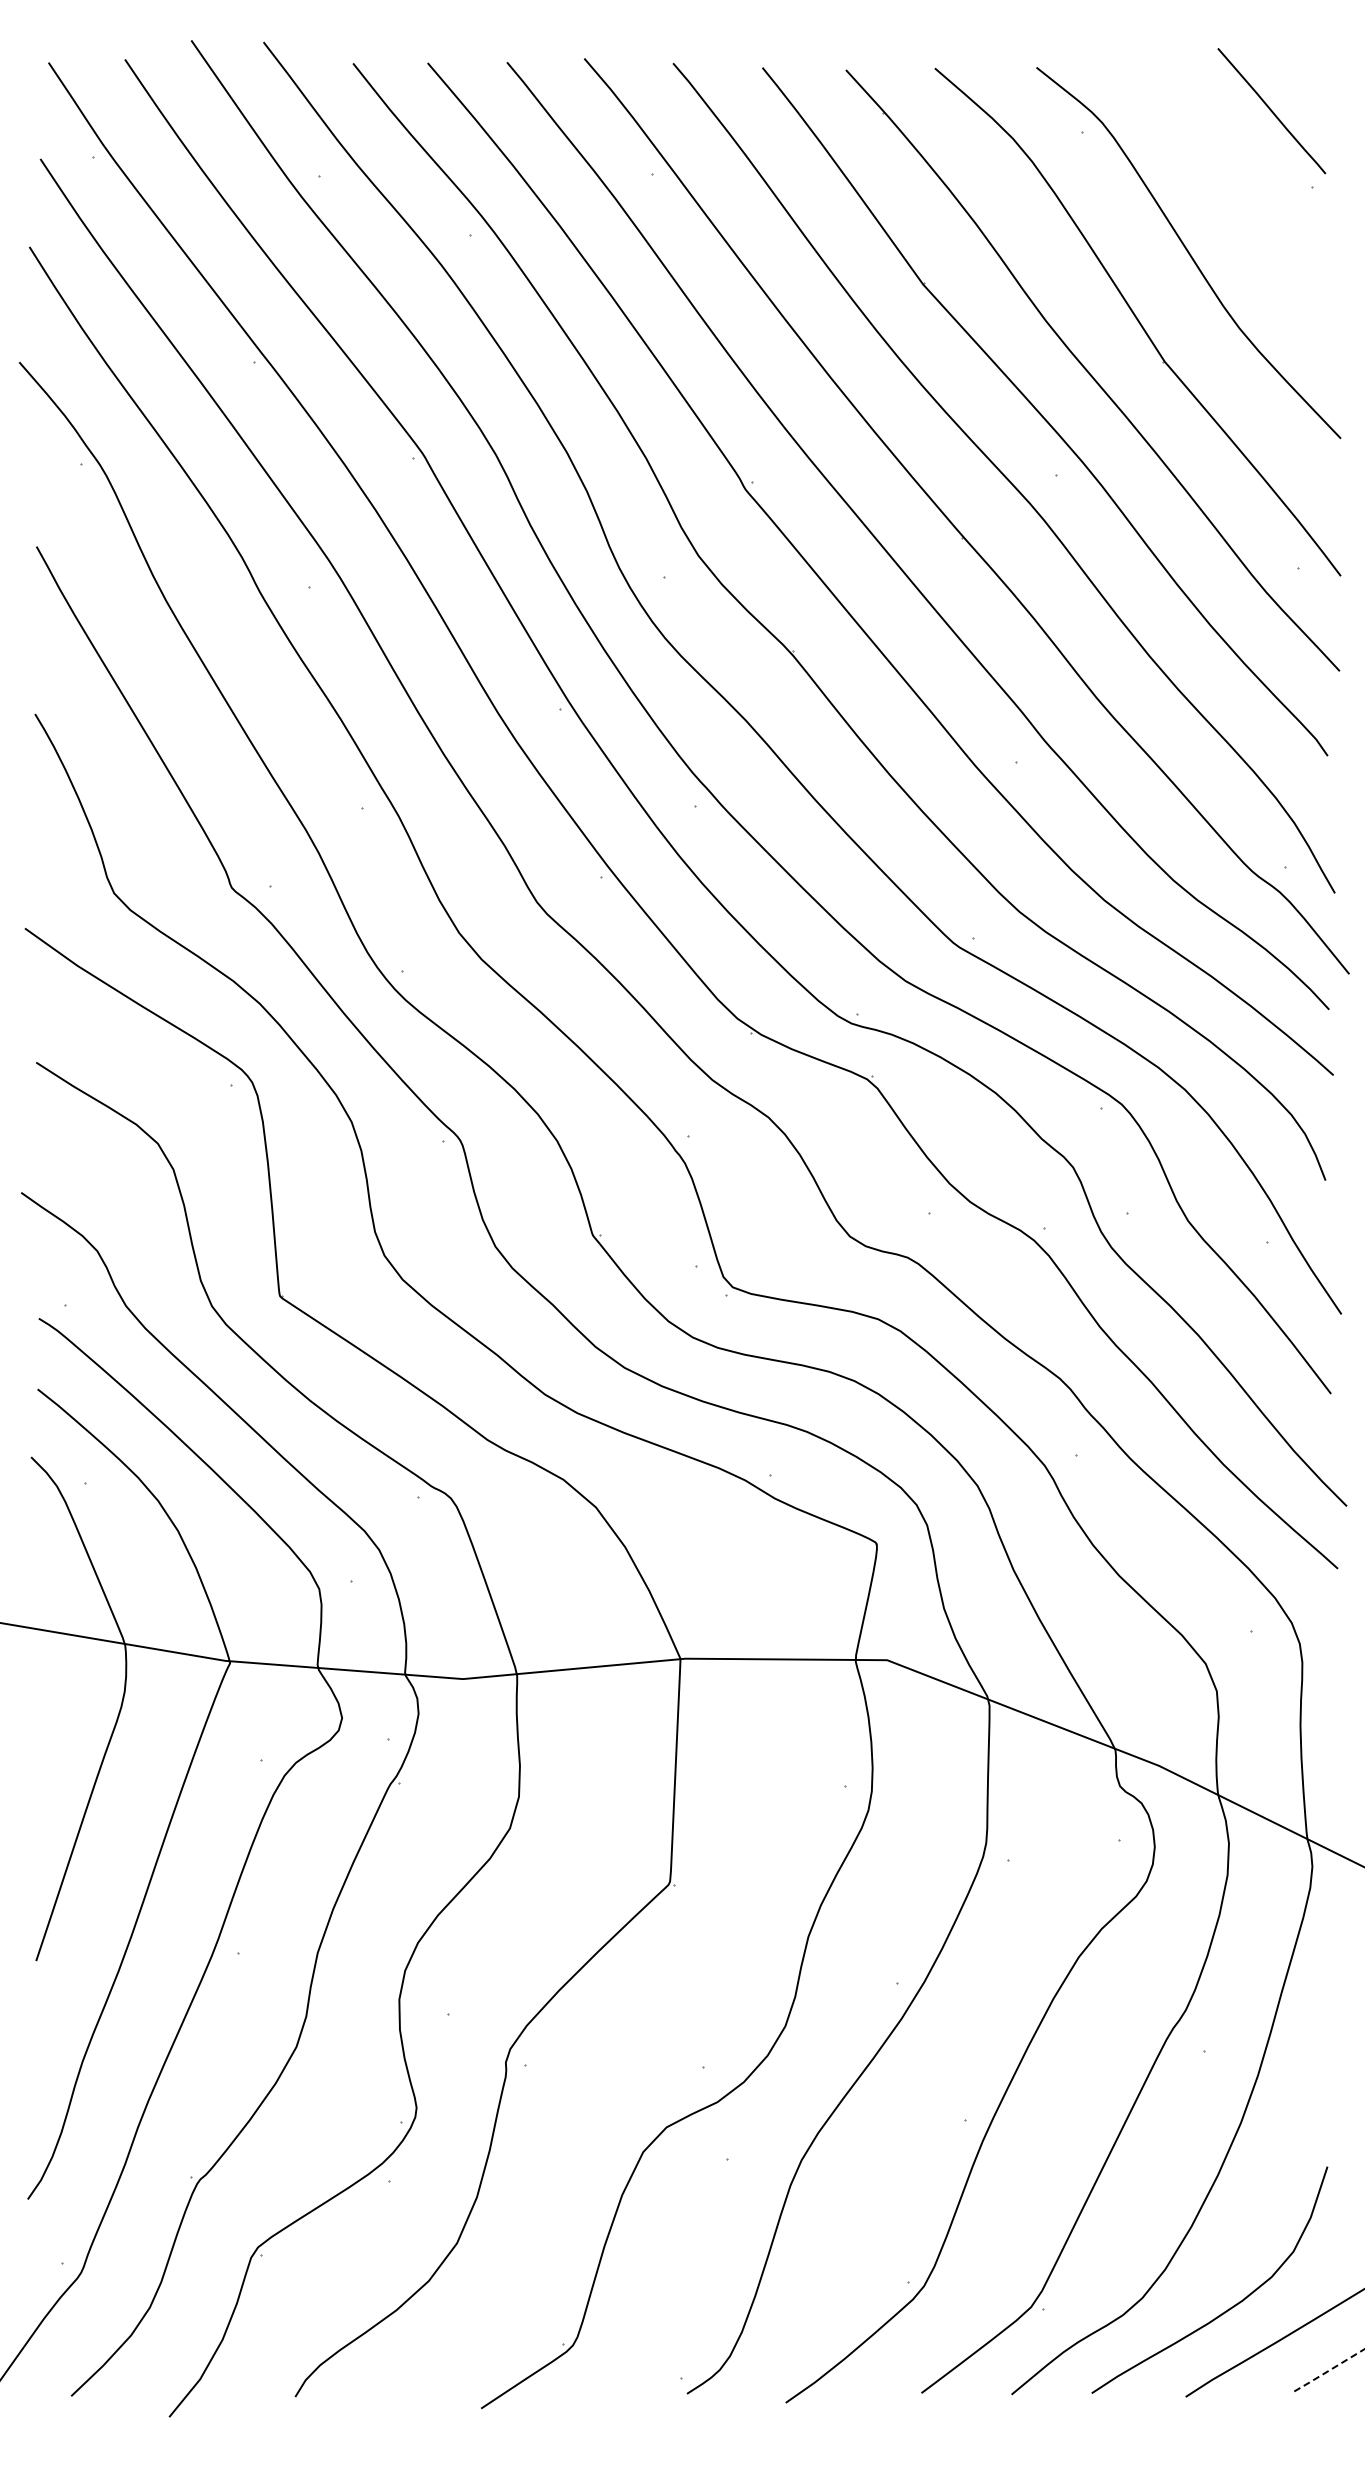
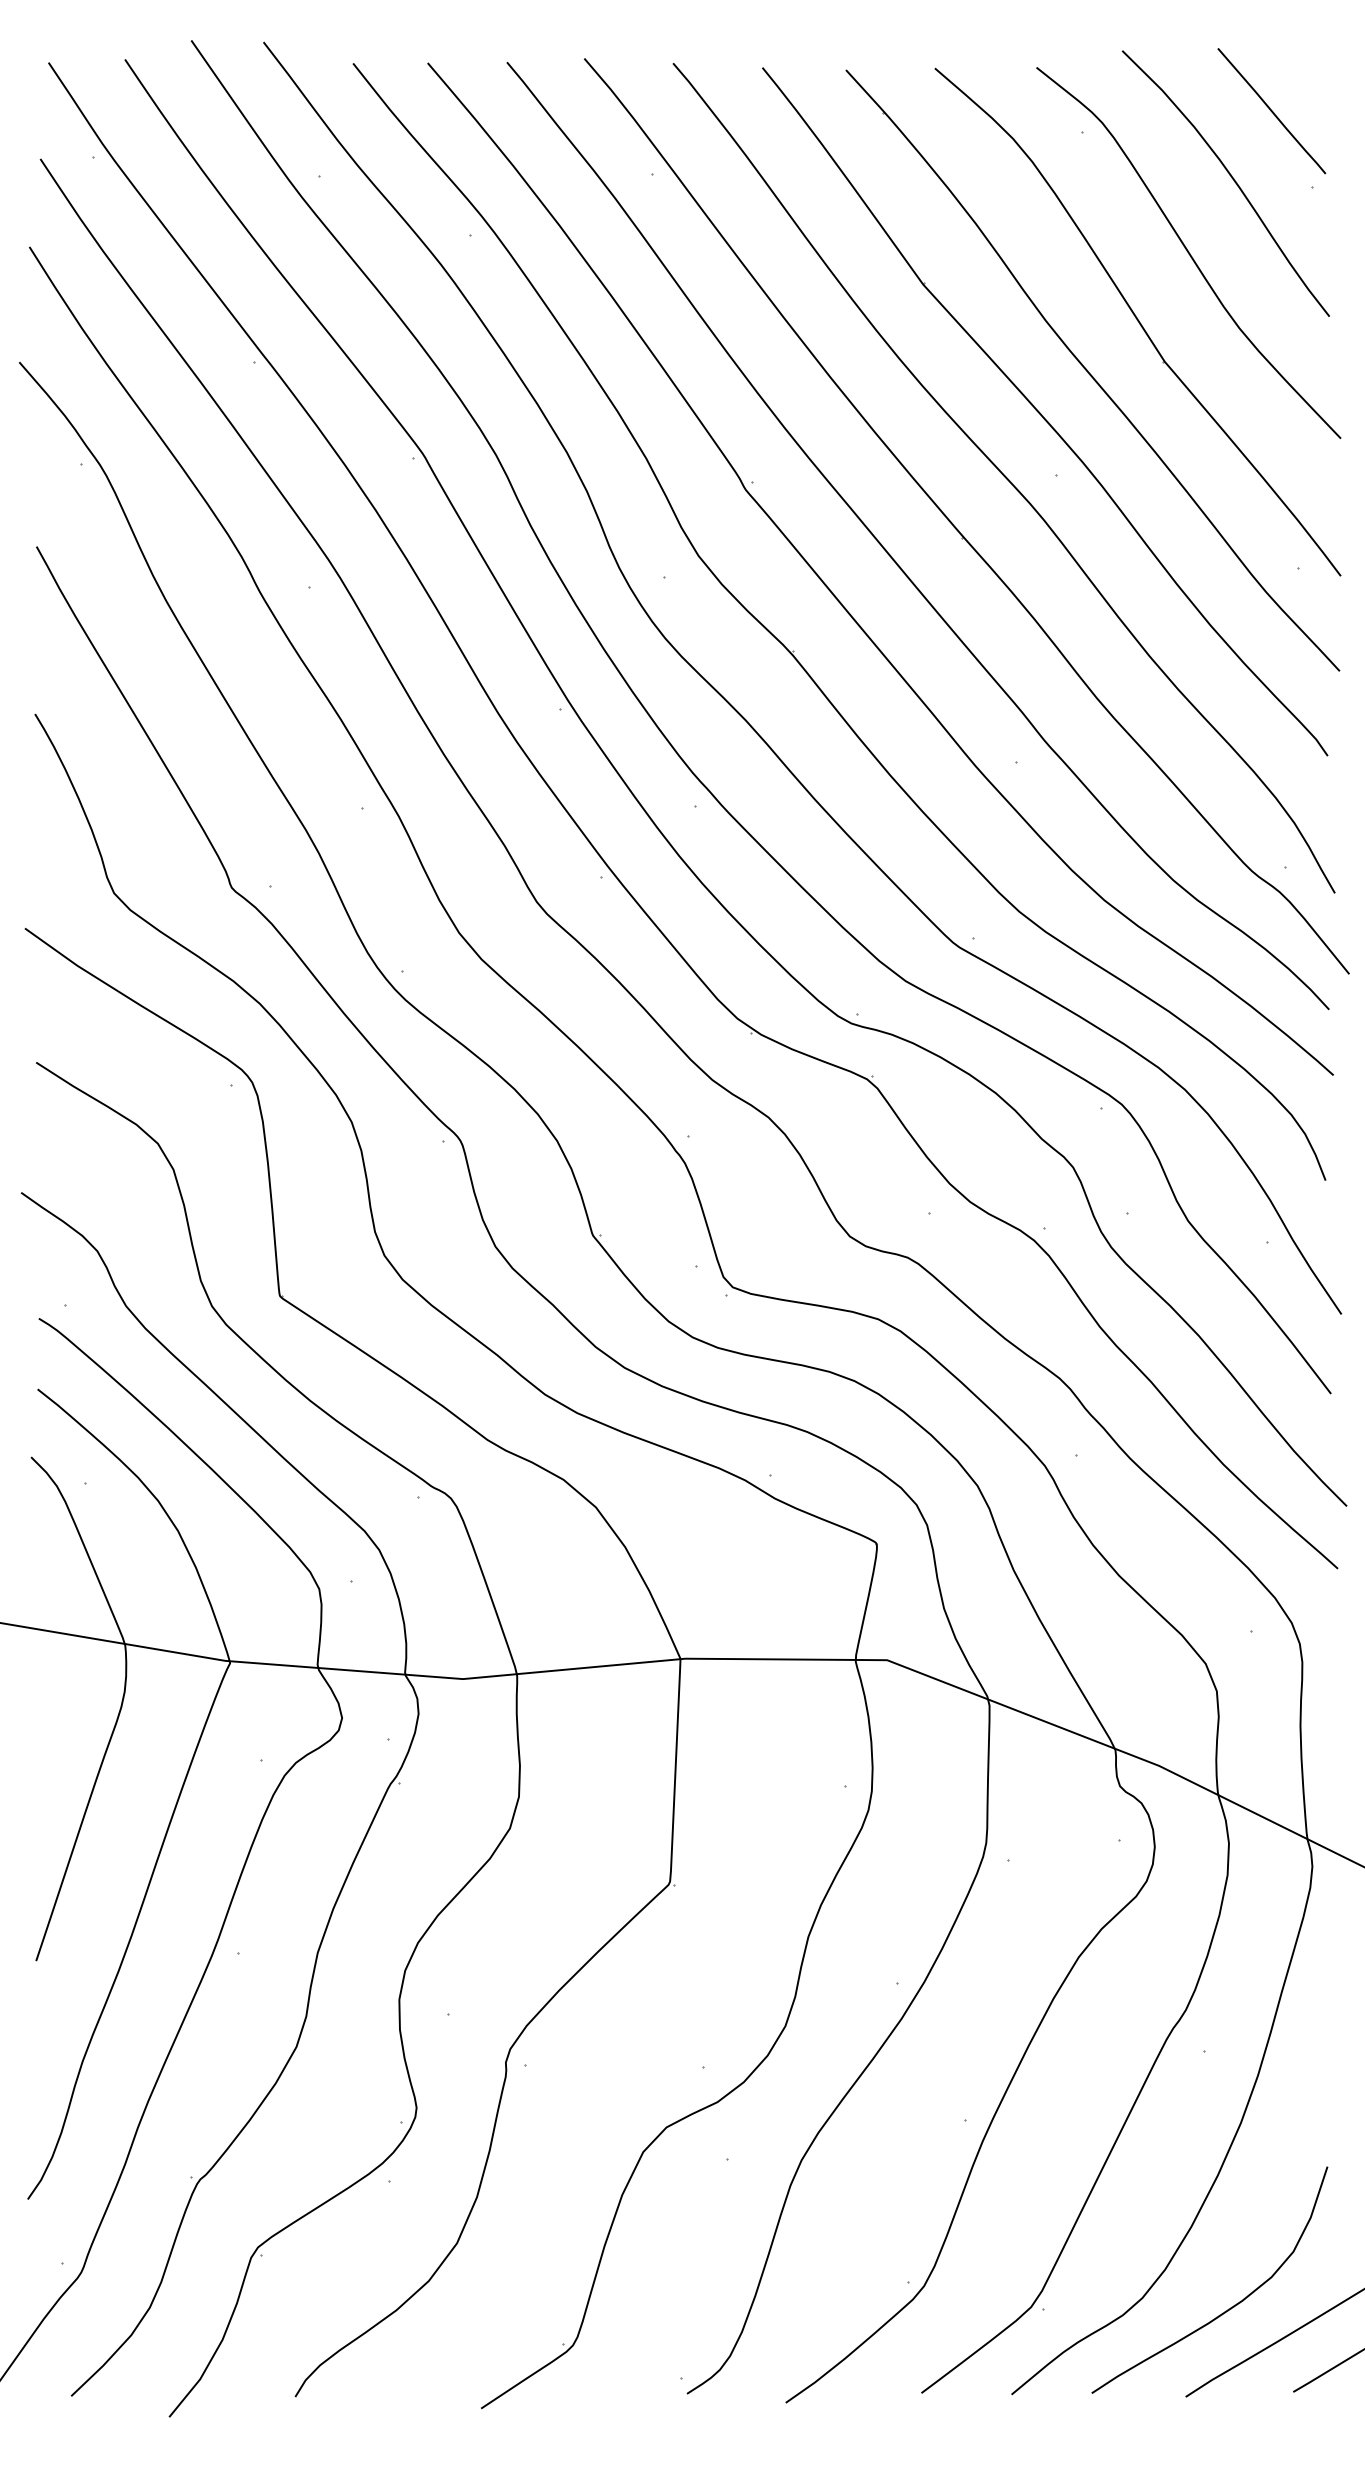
curve at (1231, 178): none -> present
line at (1328, 2371): dashed -> solid
